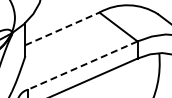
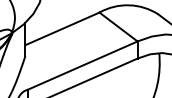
line at (62, 28): dashed -> solid
line at (82, 65): dashed -> solid
